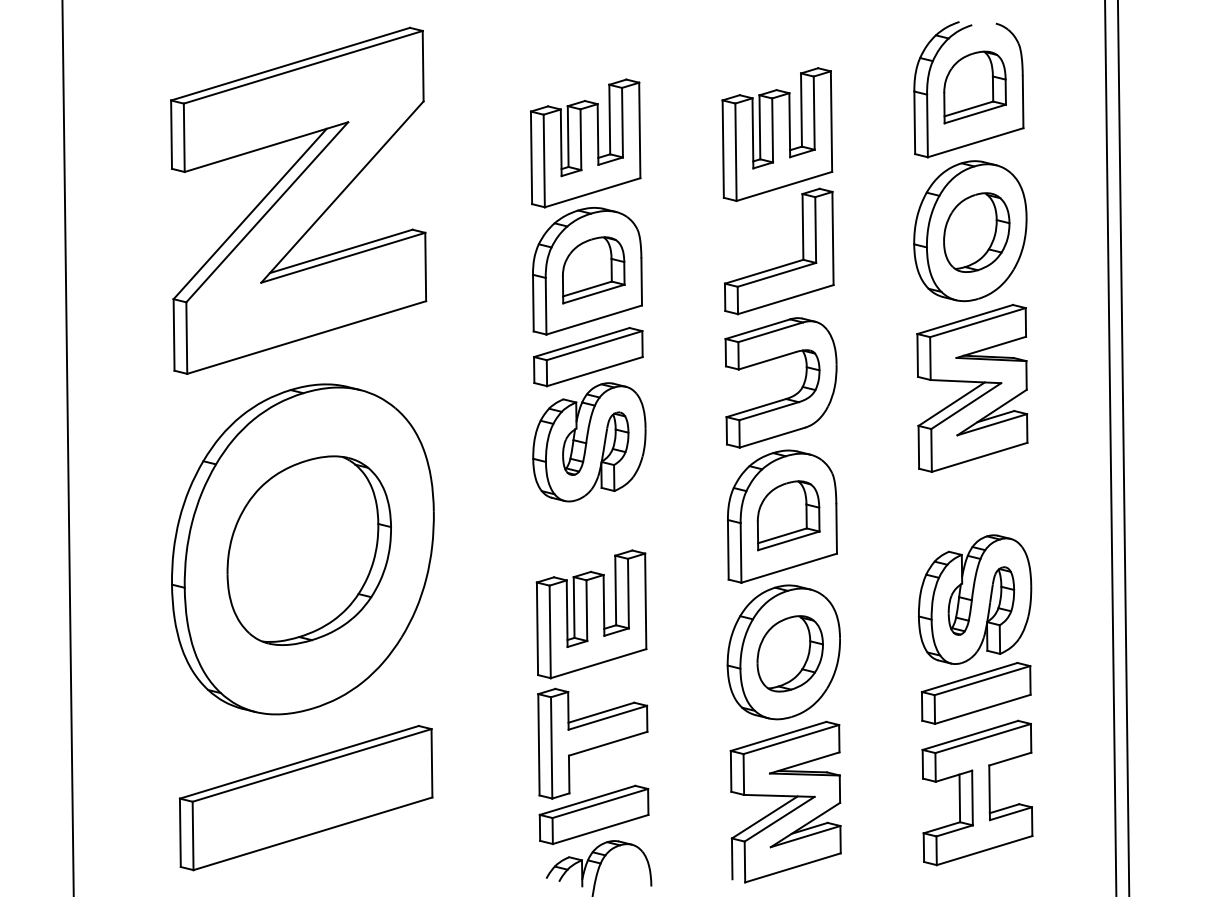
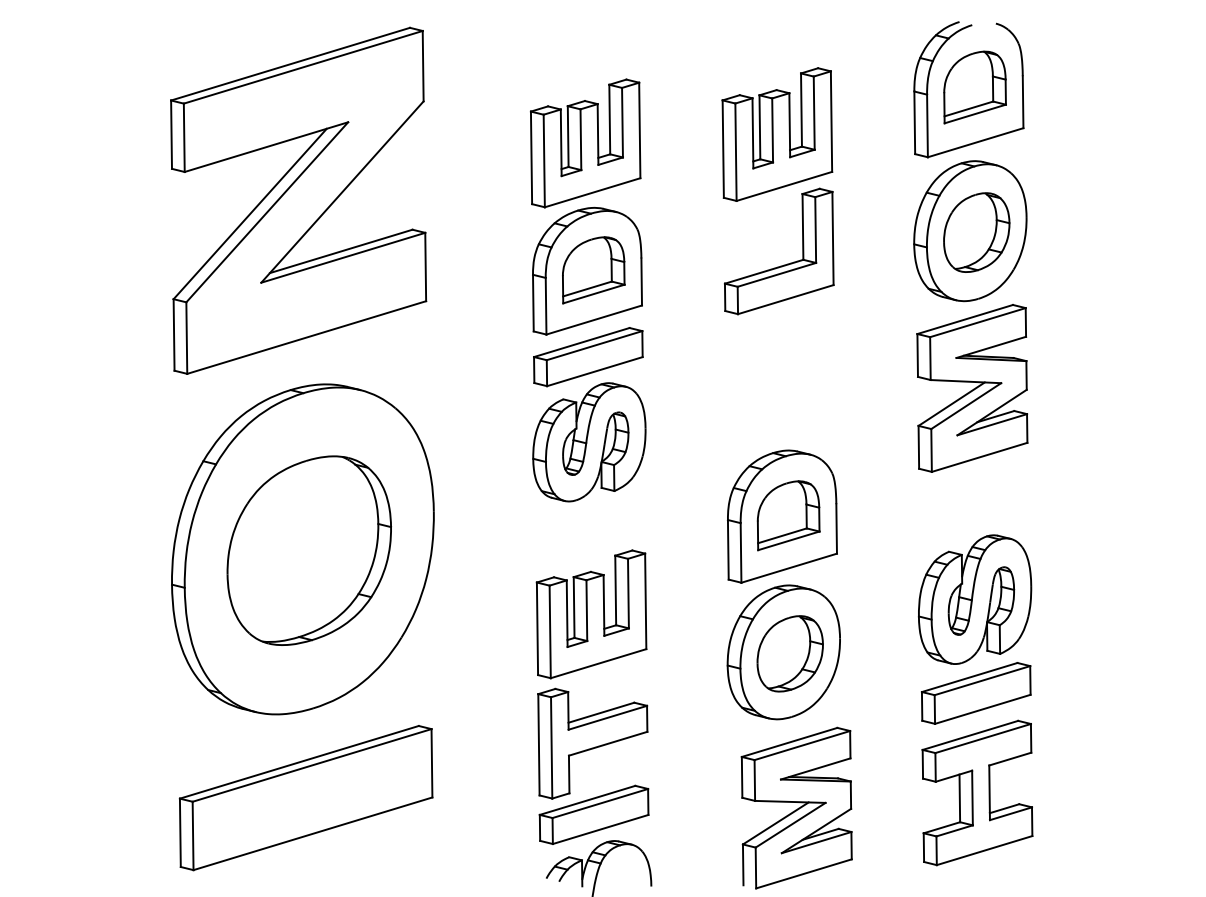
part at (786, 397): present -> none
line at (67, 447): present -> none
line at (1110, 447): present -> none
line at (1123, 447): present -> none
part at (785, 801) position: (785, 801) -> (796, 807)
